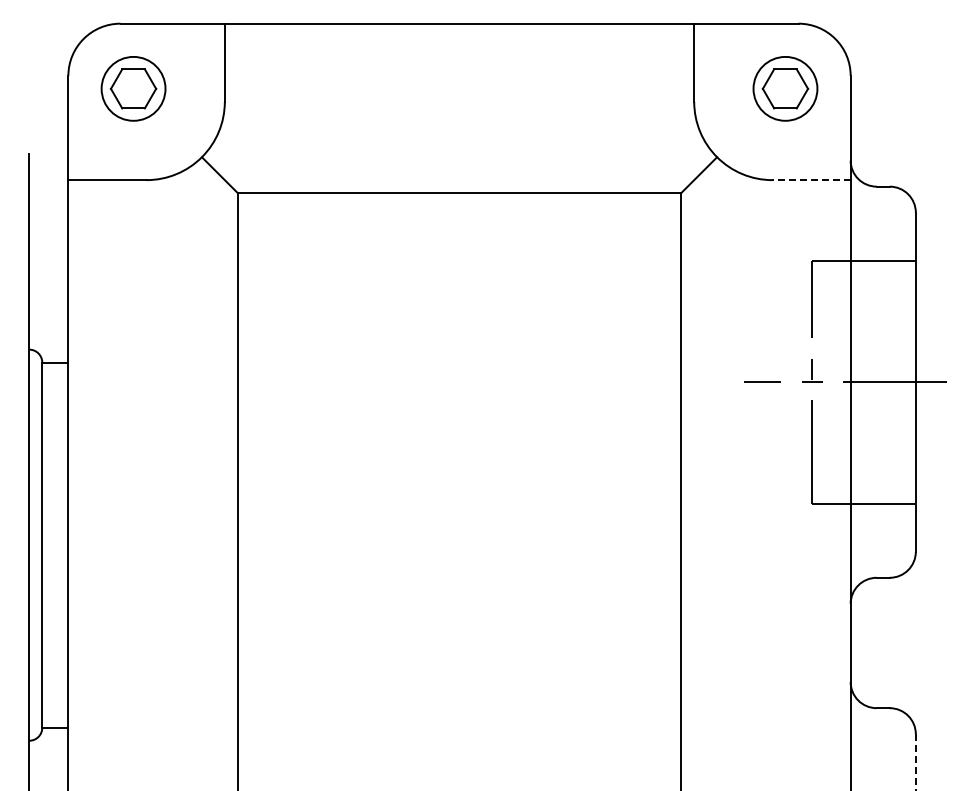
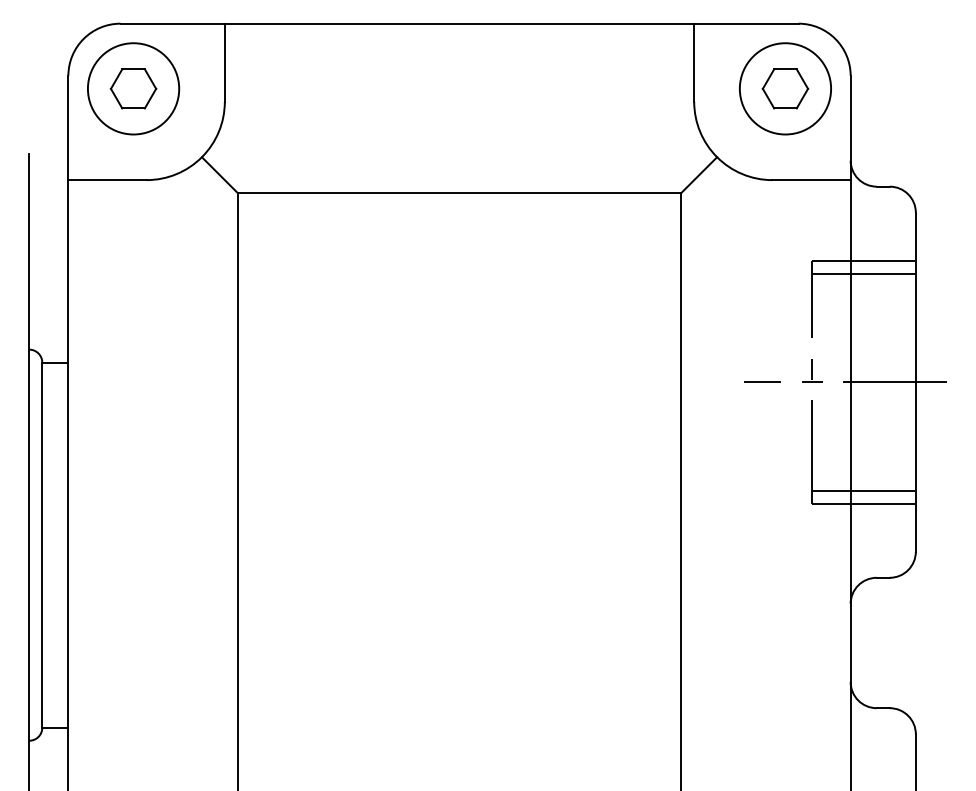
circle at (133, 88) diameter: 64 px -> 91 px
circle at (785, 88) diameter: 64 px -> 91 px
line at (811, 180): dashed -> solid
line at (863, 273): none -> present
line at (863, 490): none -> present
line at (915, 762): dashed -> solid
